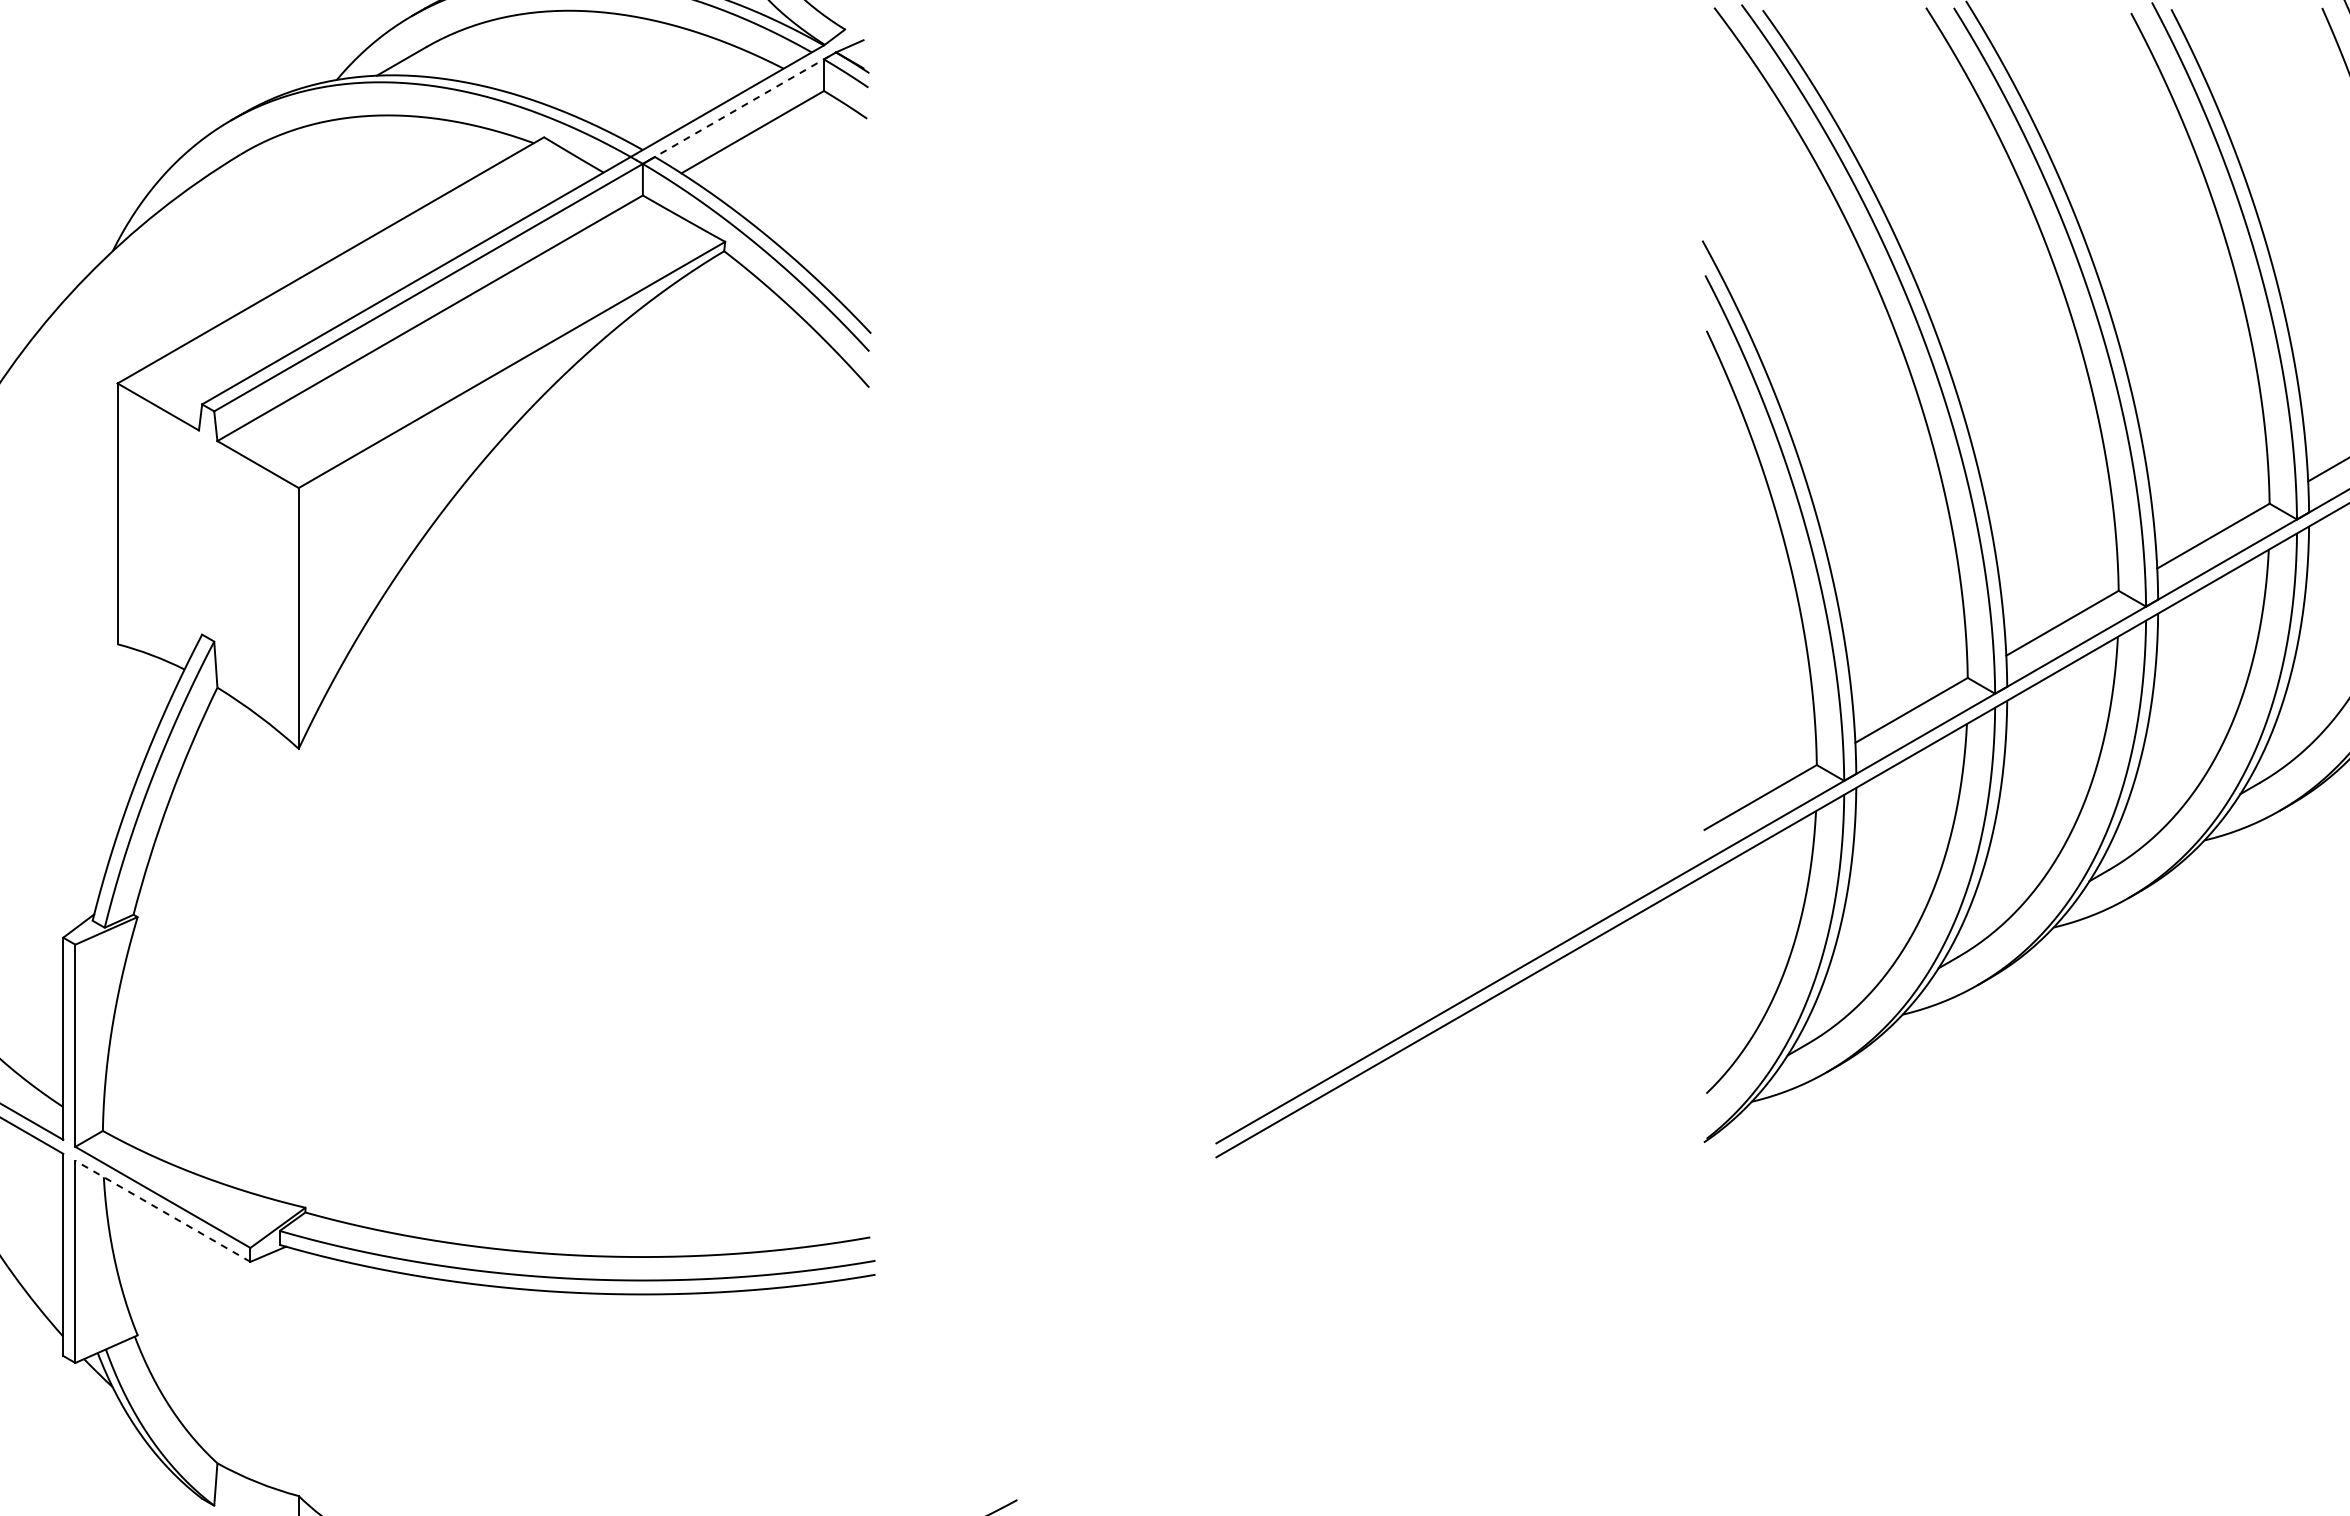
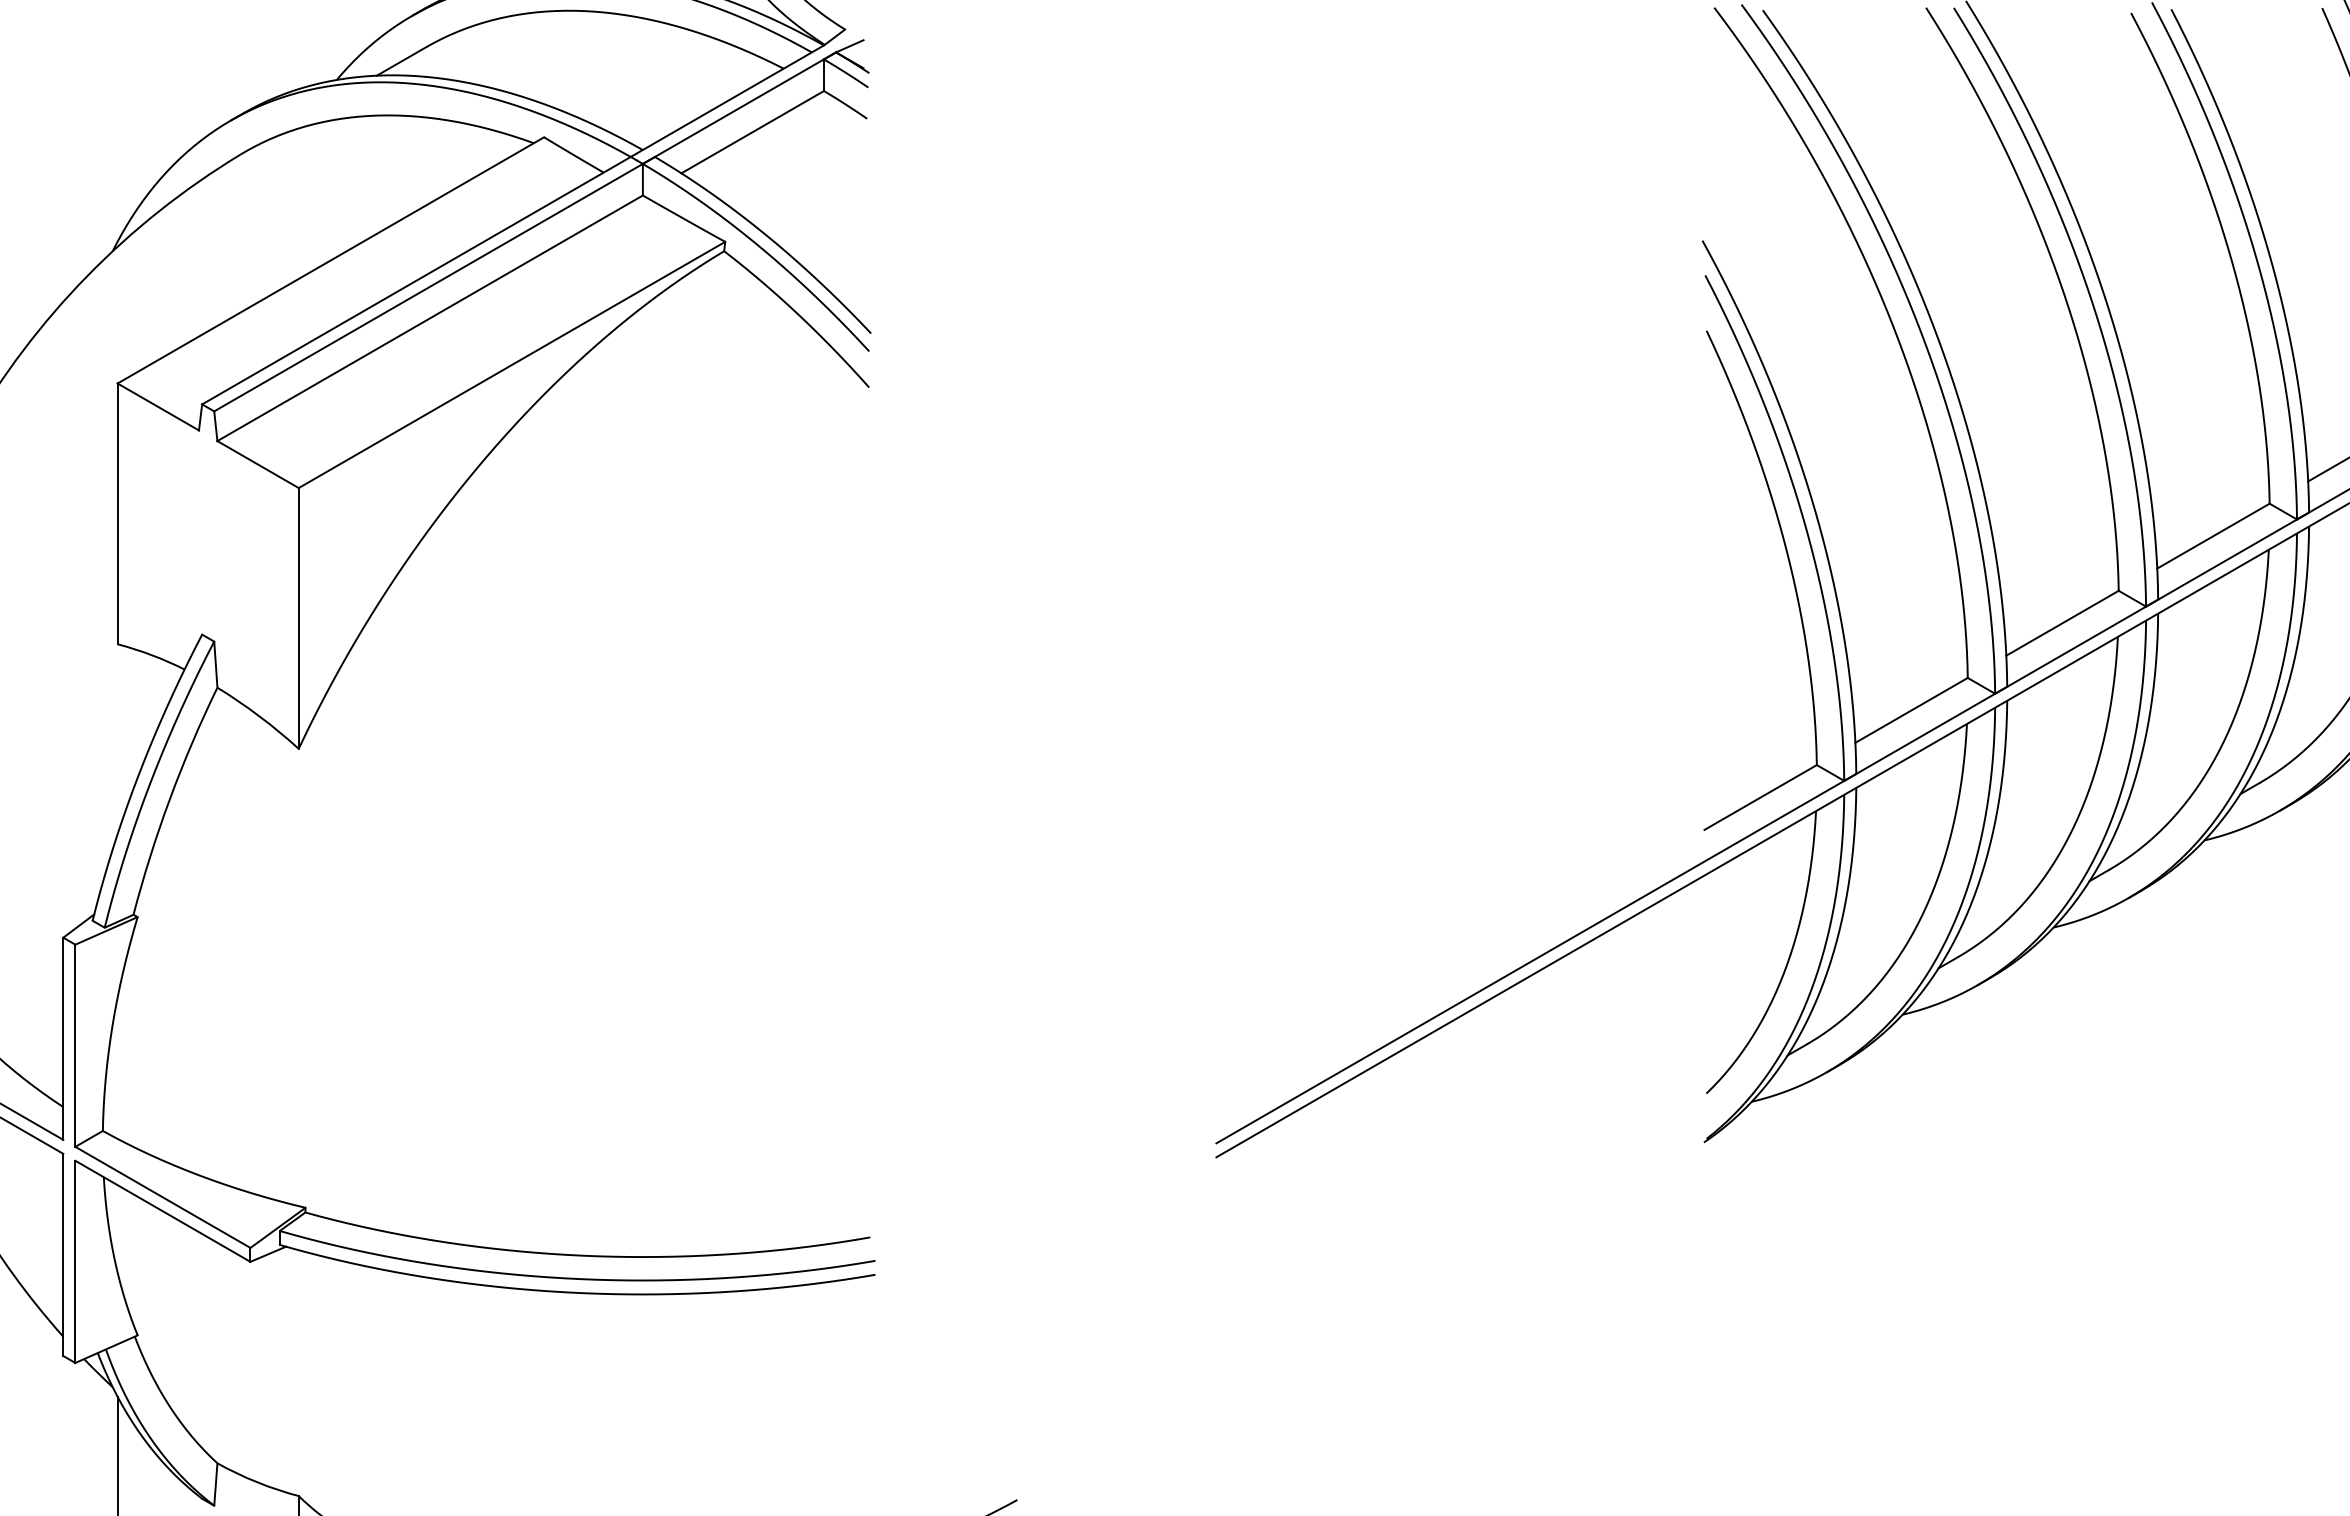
line at (742, 106): dashed -> solid
line at (162, 1211): dashed -> solid
line at (117, 1454): none -> present
